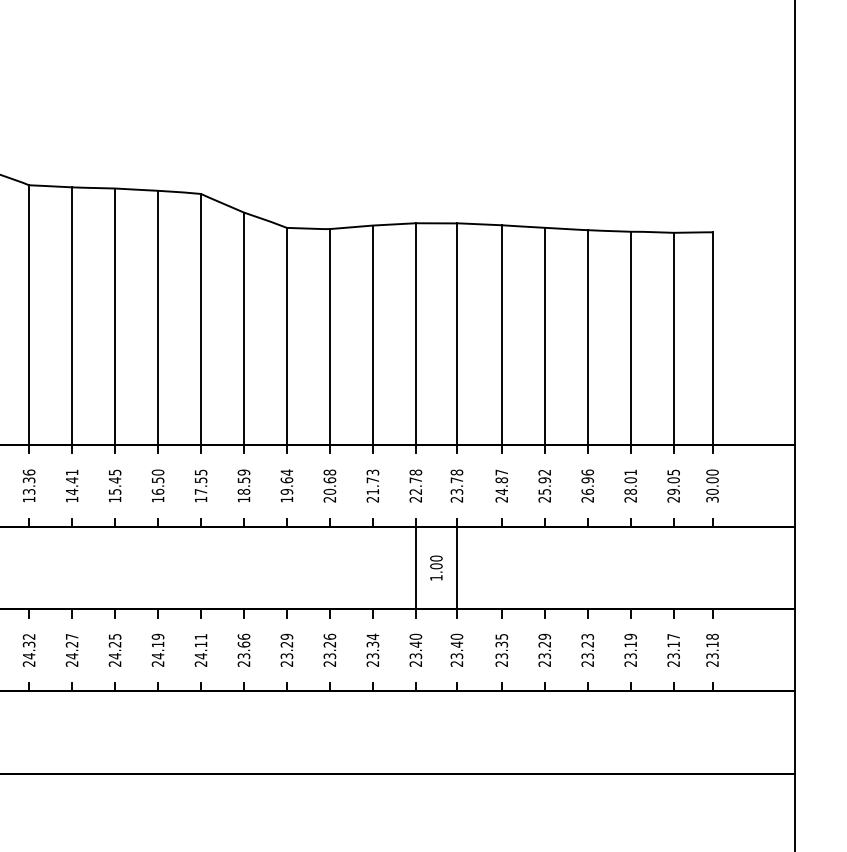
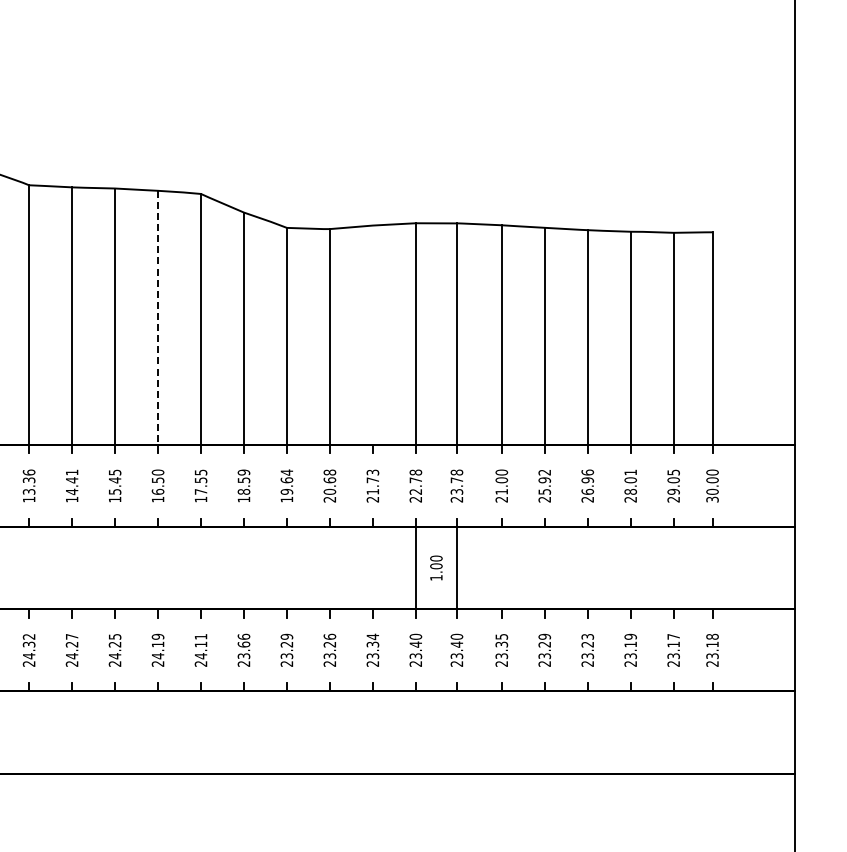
line at (158, 318): solid -> dashed
line at (372, 335): present -> none
text at (501, 482): 24.87 -> 21.00
